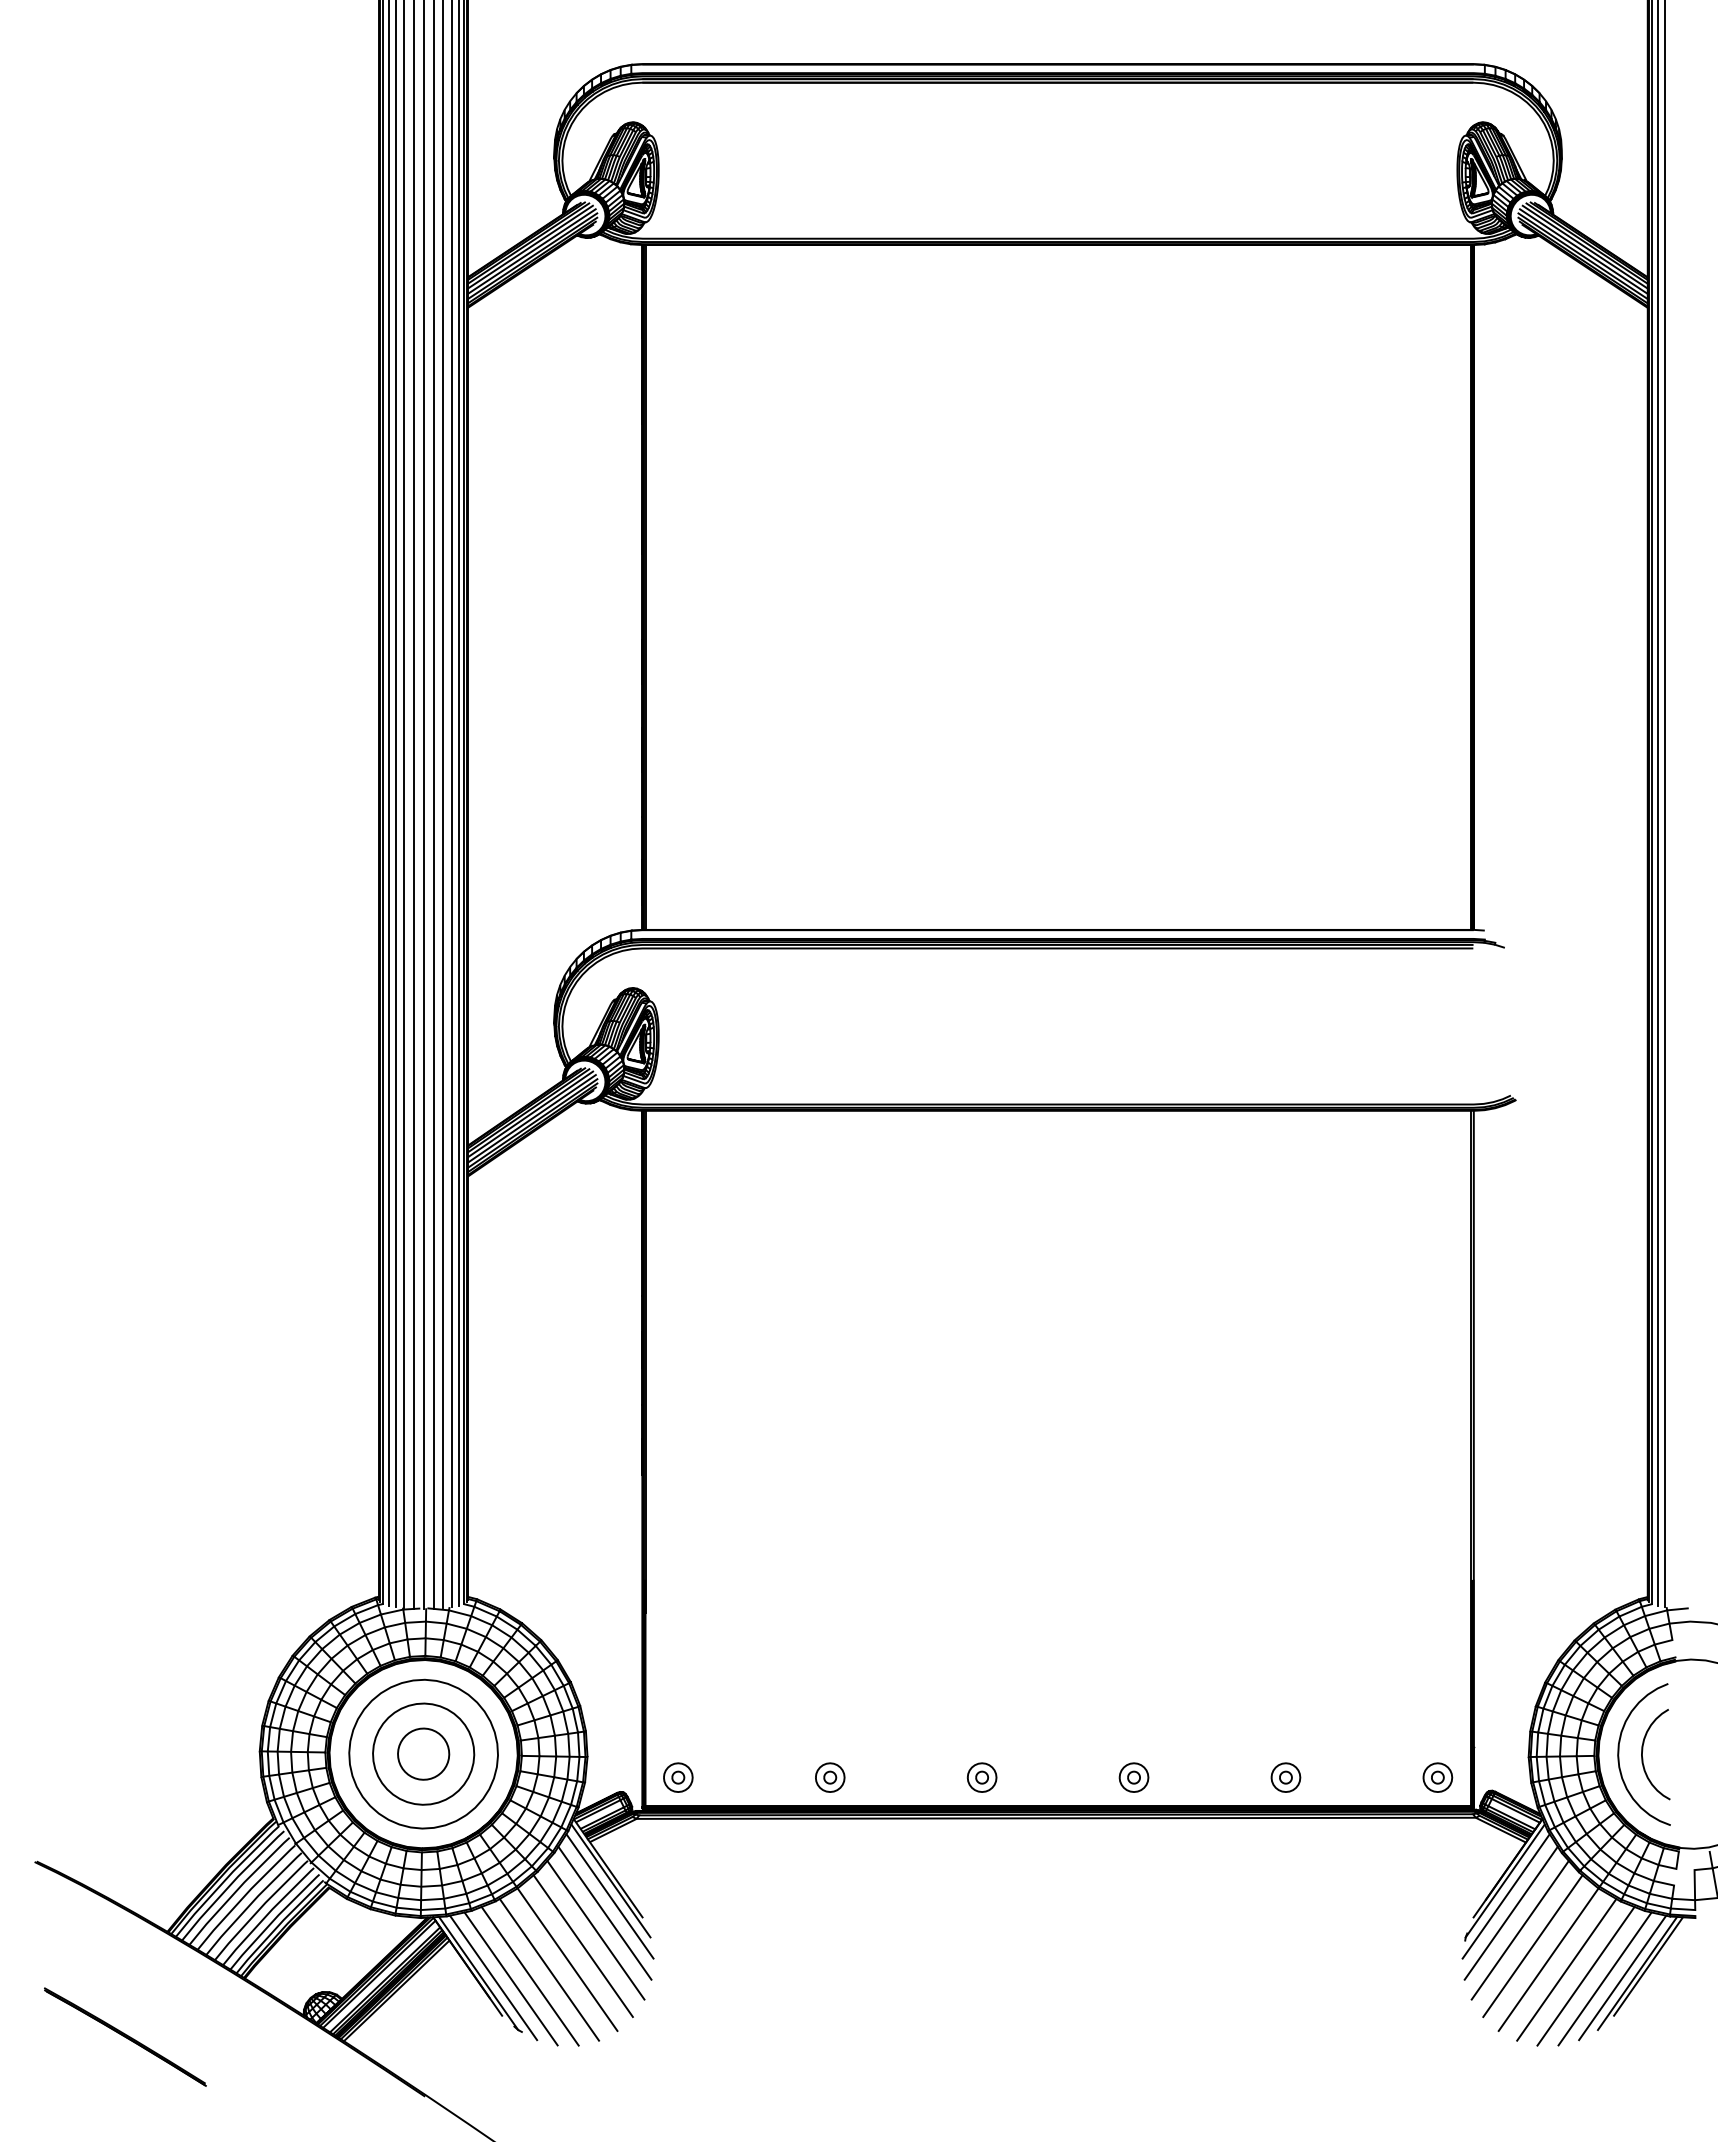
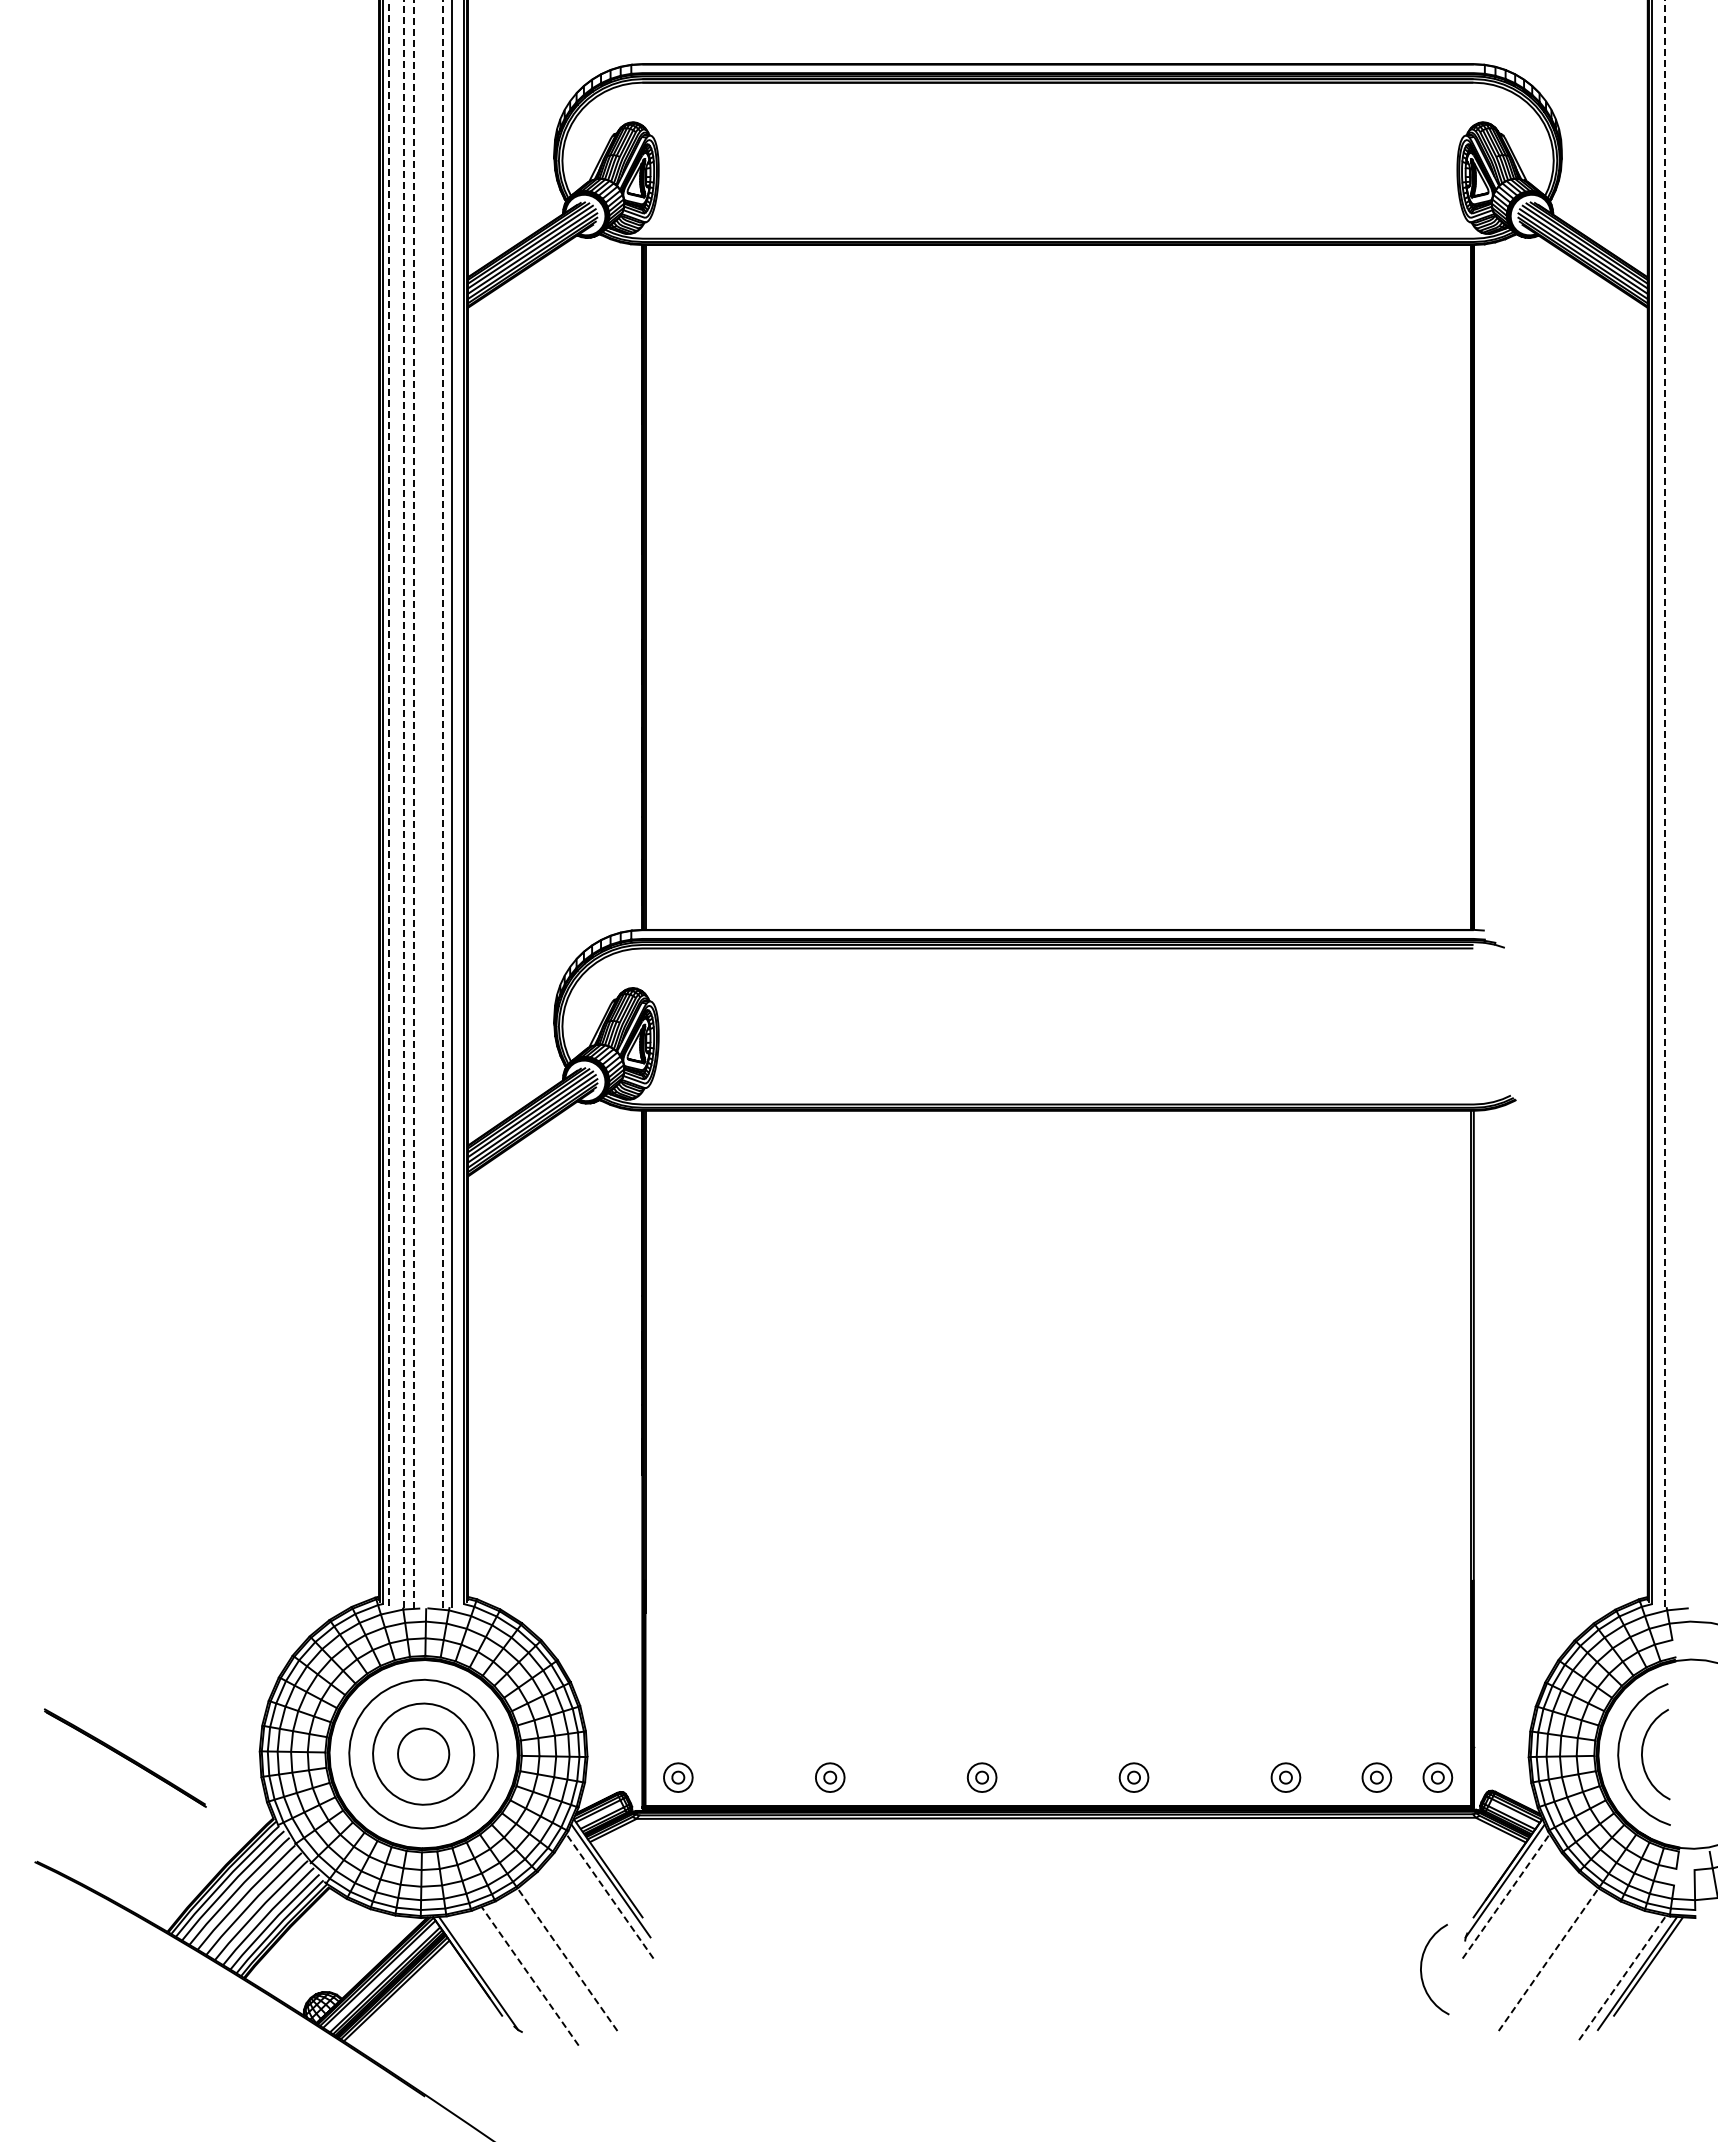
line at (388, 803): solid -> dashed
line at (404, 803): solid -> dashed
line at (458, 803): present -> none
line at (1657, 803): present -> none
line at (1664, 803): solid -> dashed
line at (395, 804): present -> none
line at (413, 804): solid -> dashed
line at (443, 804): solid -> dashed
line at (423, 805): present -> none
line at (433, 805): present -> none
part at (1376, 1777): none -> present
line at (609, 1896): solid -> dashed
line at (1506, 1896): solid -> dashed
line at (604, 1912): present -> none
line at (1510, 1912): present -> none
line at (595, 1929): present -> none
line at (1519, 1929): present -> none
line at (582, 1945): present -> none
line at (1532, 1946): present -> none
line at (567, 1959): solid -> dashed
line at (1548, 1959): solid -> dashed
curve at (1422, 1965): none -> present
line at (549, 1969): present -> none
line at (1566, 1969): present -> none
line at (1585, 1975): present -> none
line at (530, 1976): solid -> dashed
line at (493, 1977): present -> none
line at (1622, 1977): solid -> dashed
line at (510, 1978): present -> none
line at (1604, 1978): present -> none
part at (125, 2036) position: (125, 2036) -> (125, 1757)
